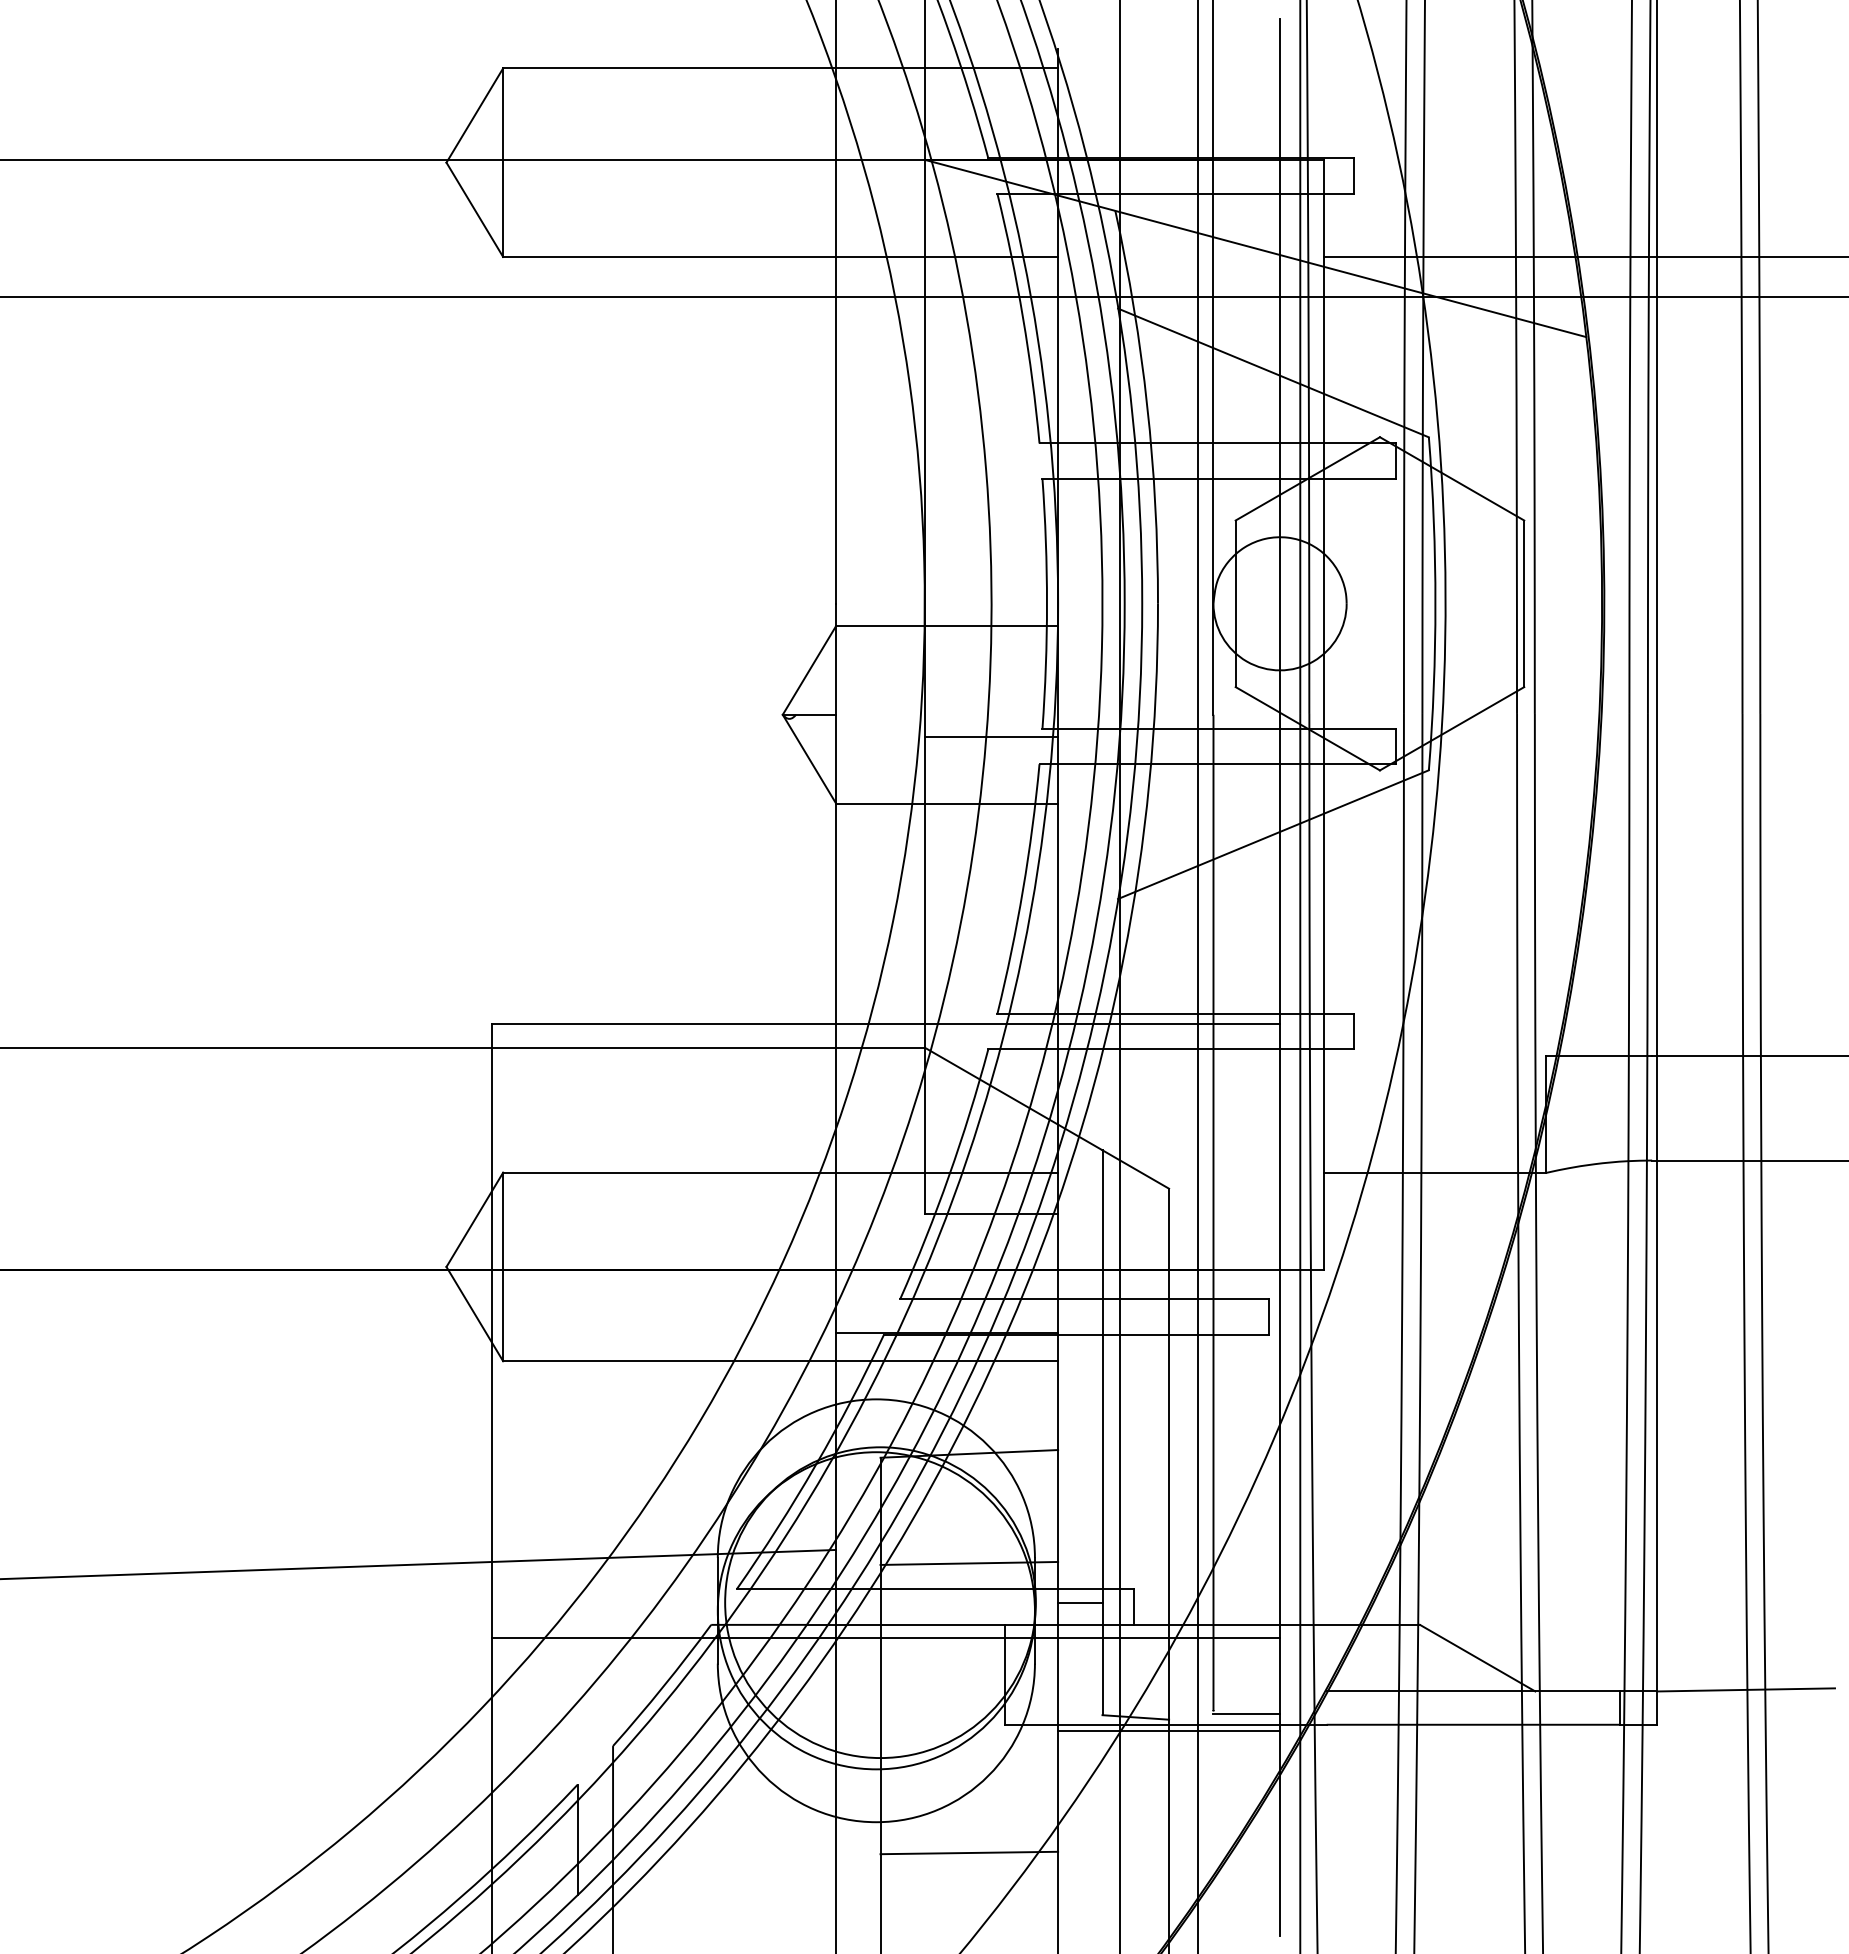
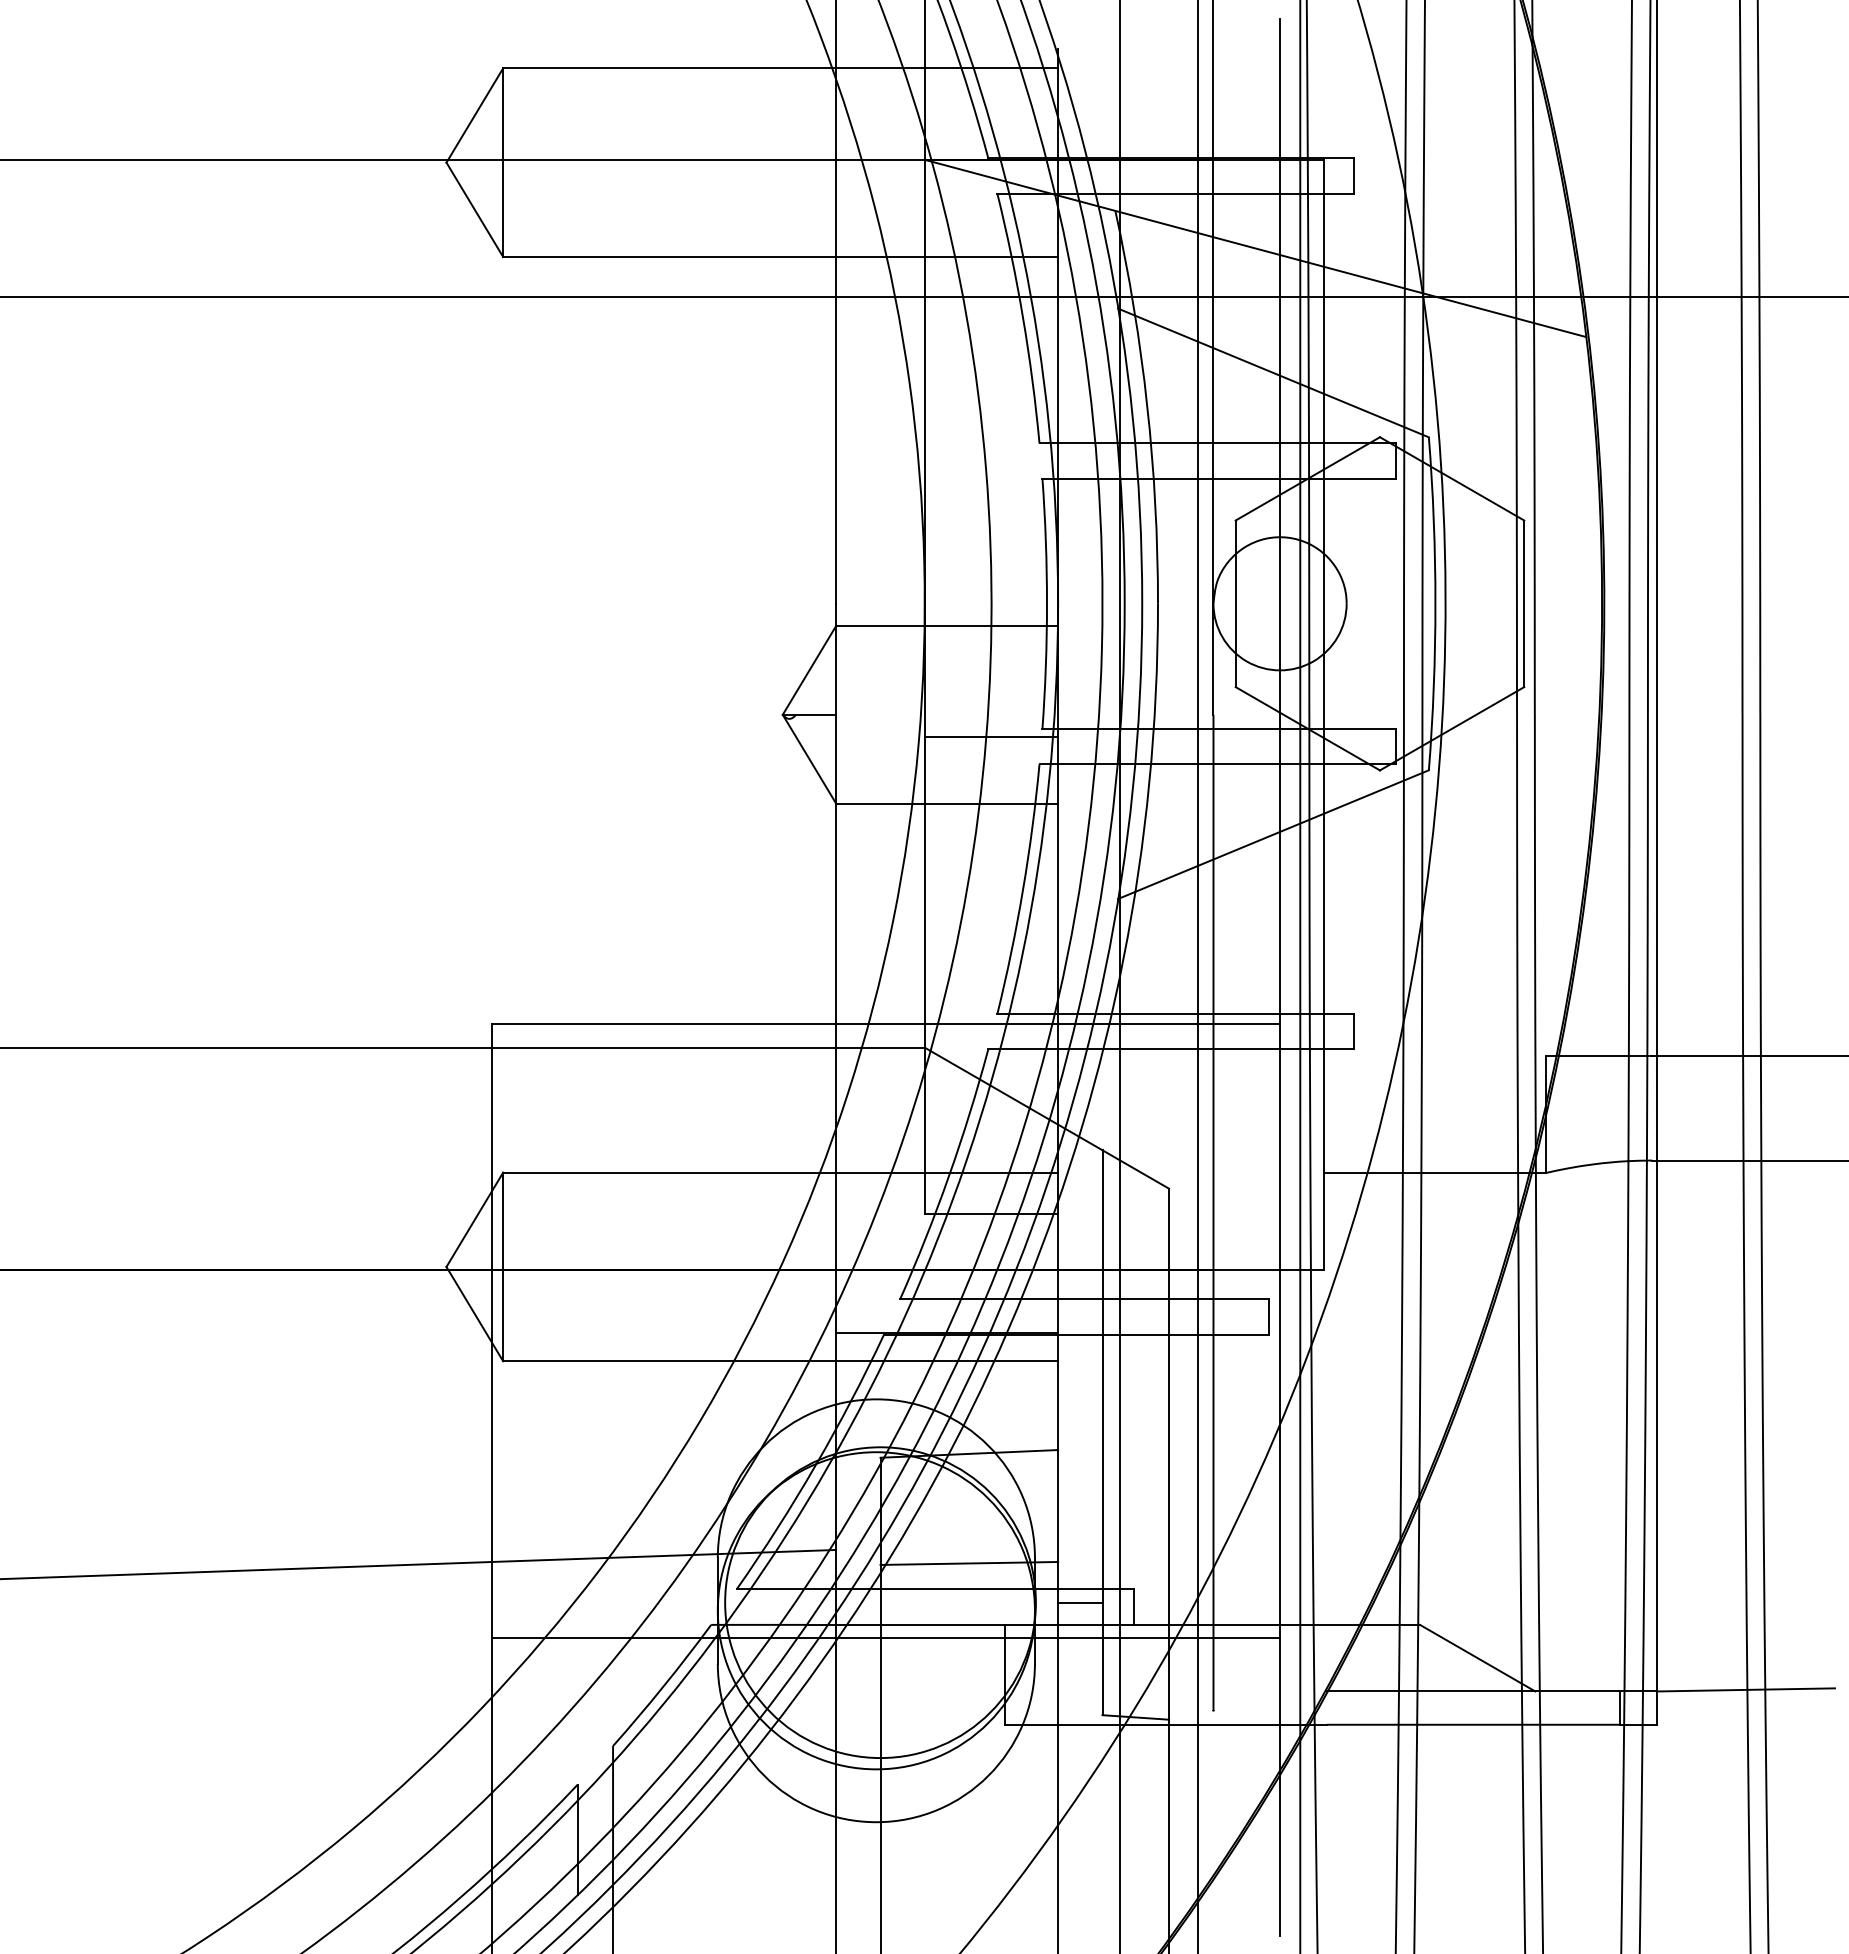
line at (1584, 256): present -> none
line at (1246, 1713): present -> none
line at (1169, 1730): present -> none
line at (969, 1852): present -> none
